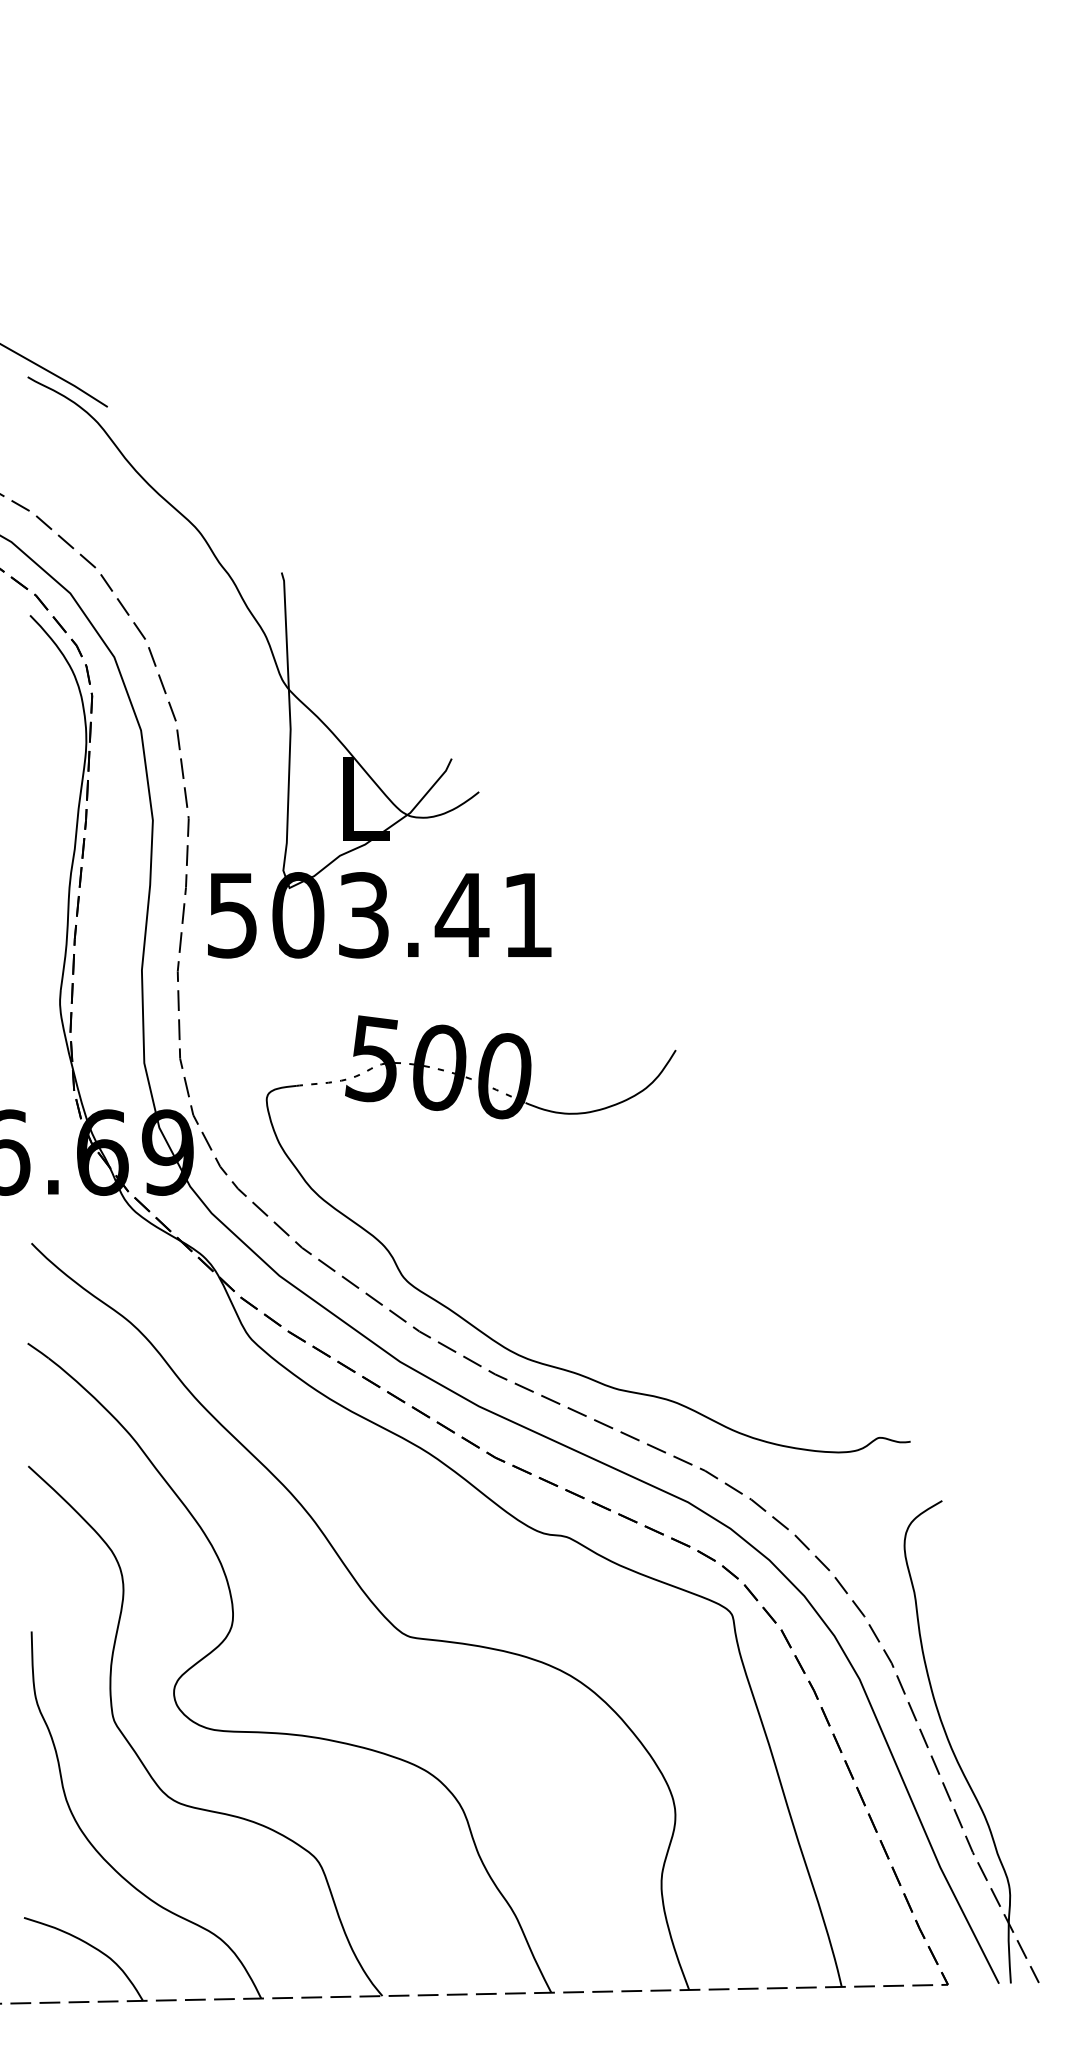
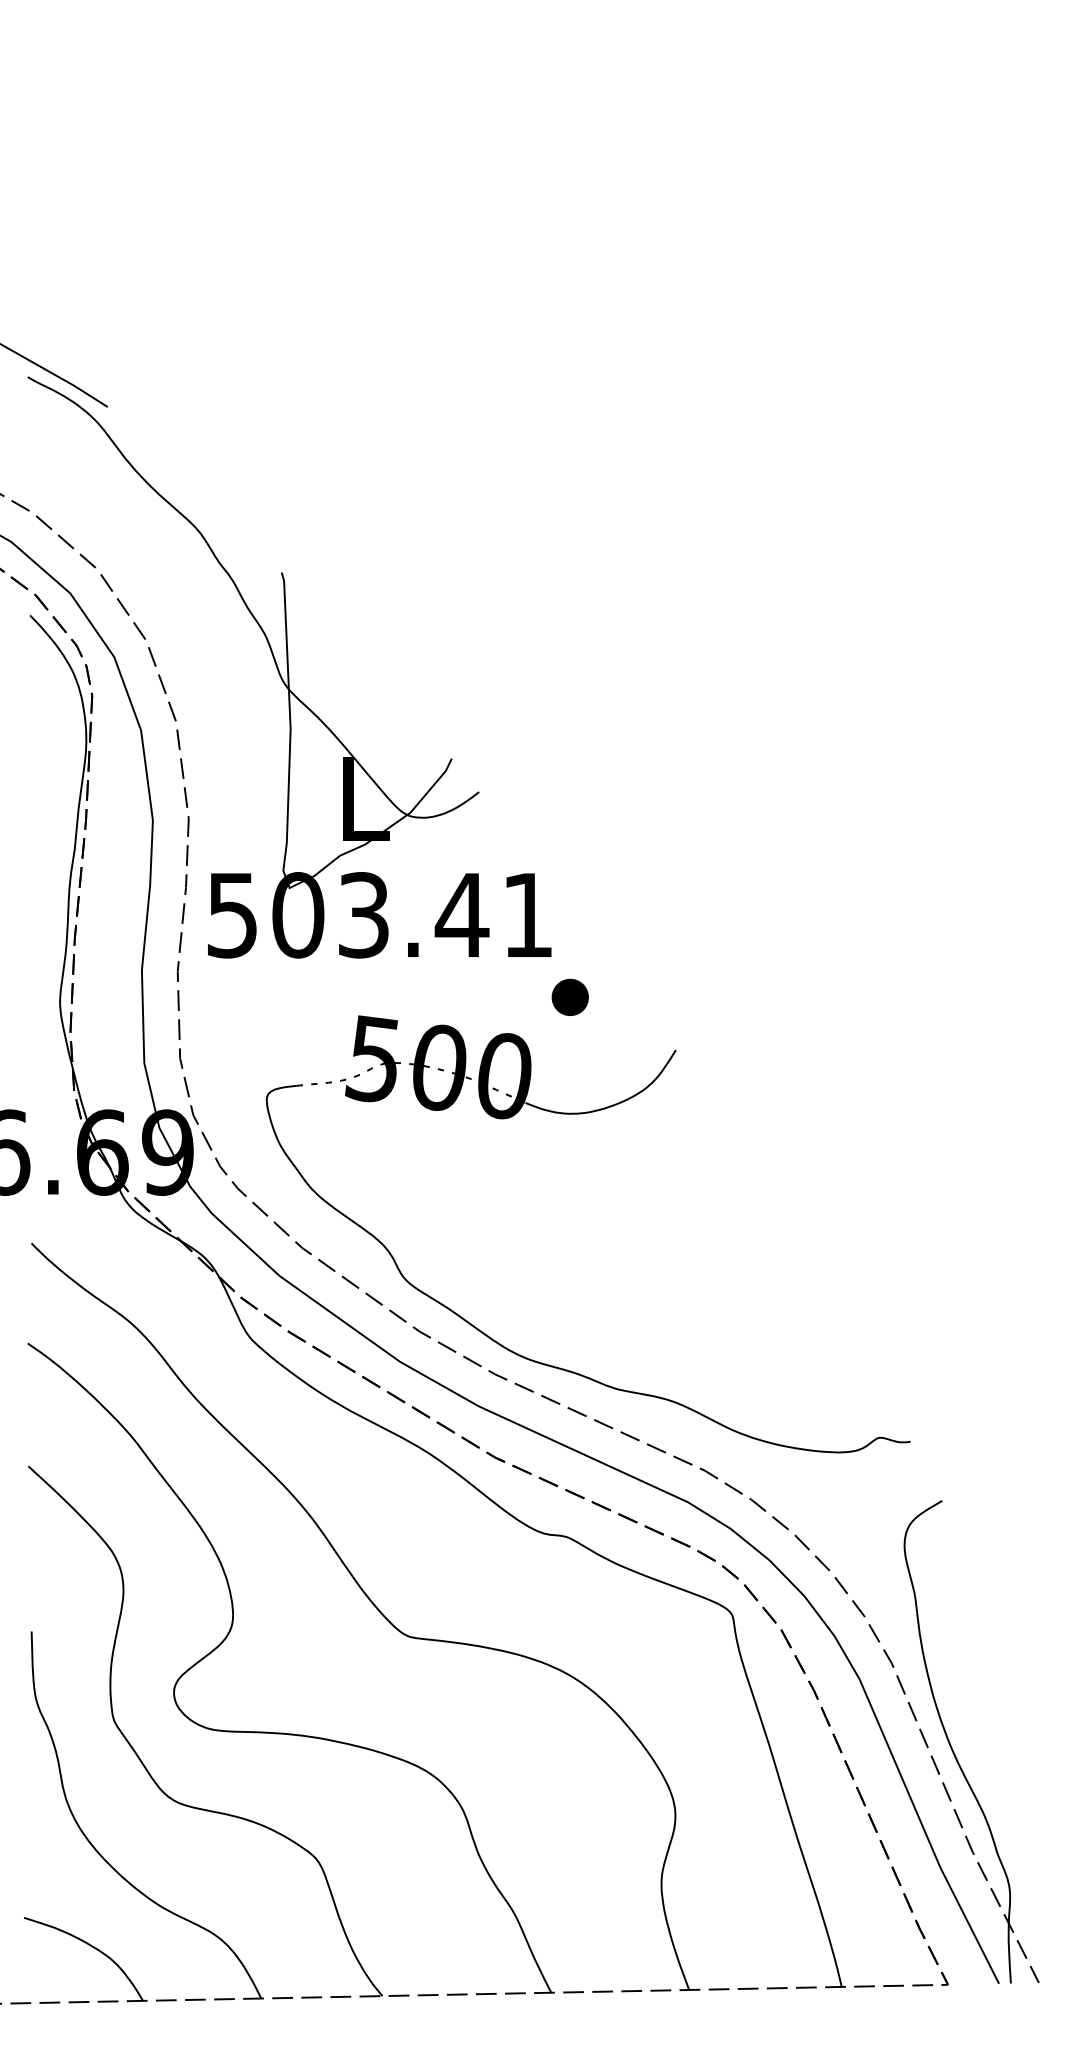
part at (569, 996): none -> present
